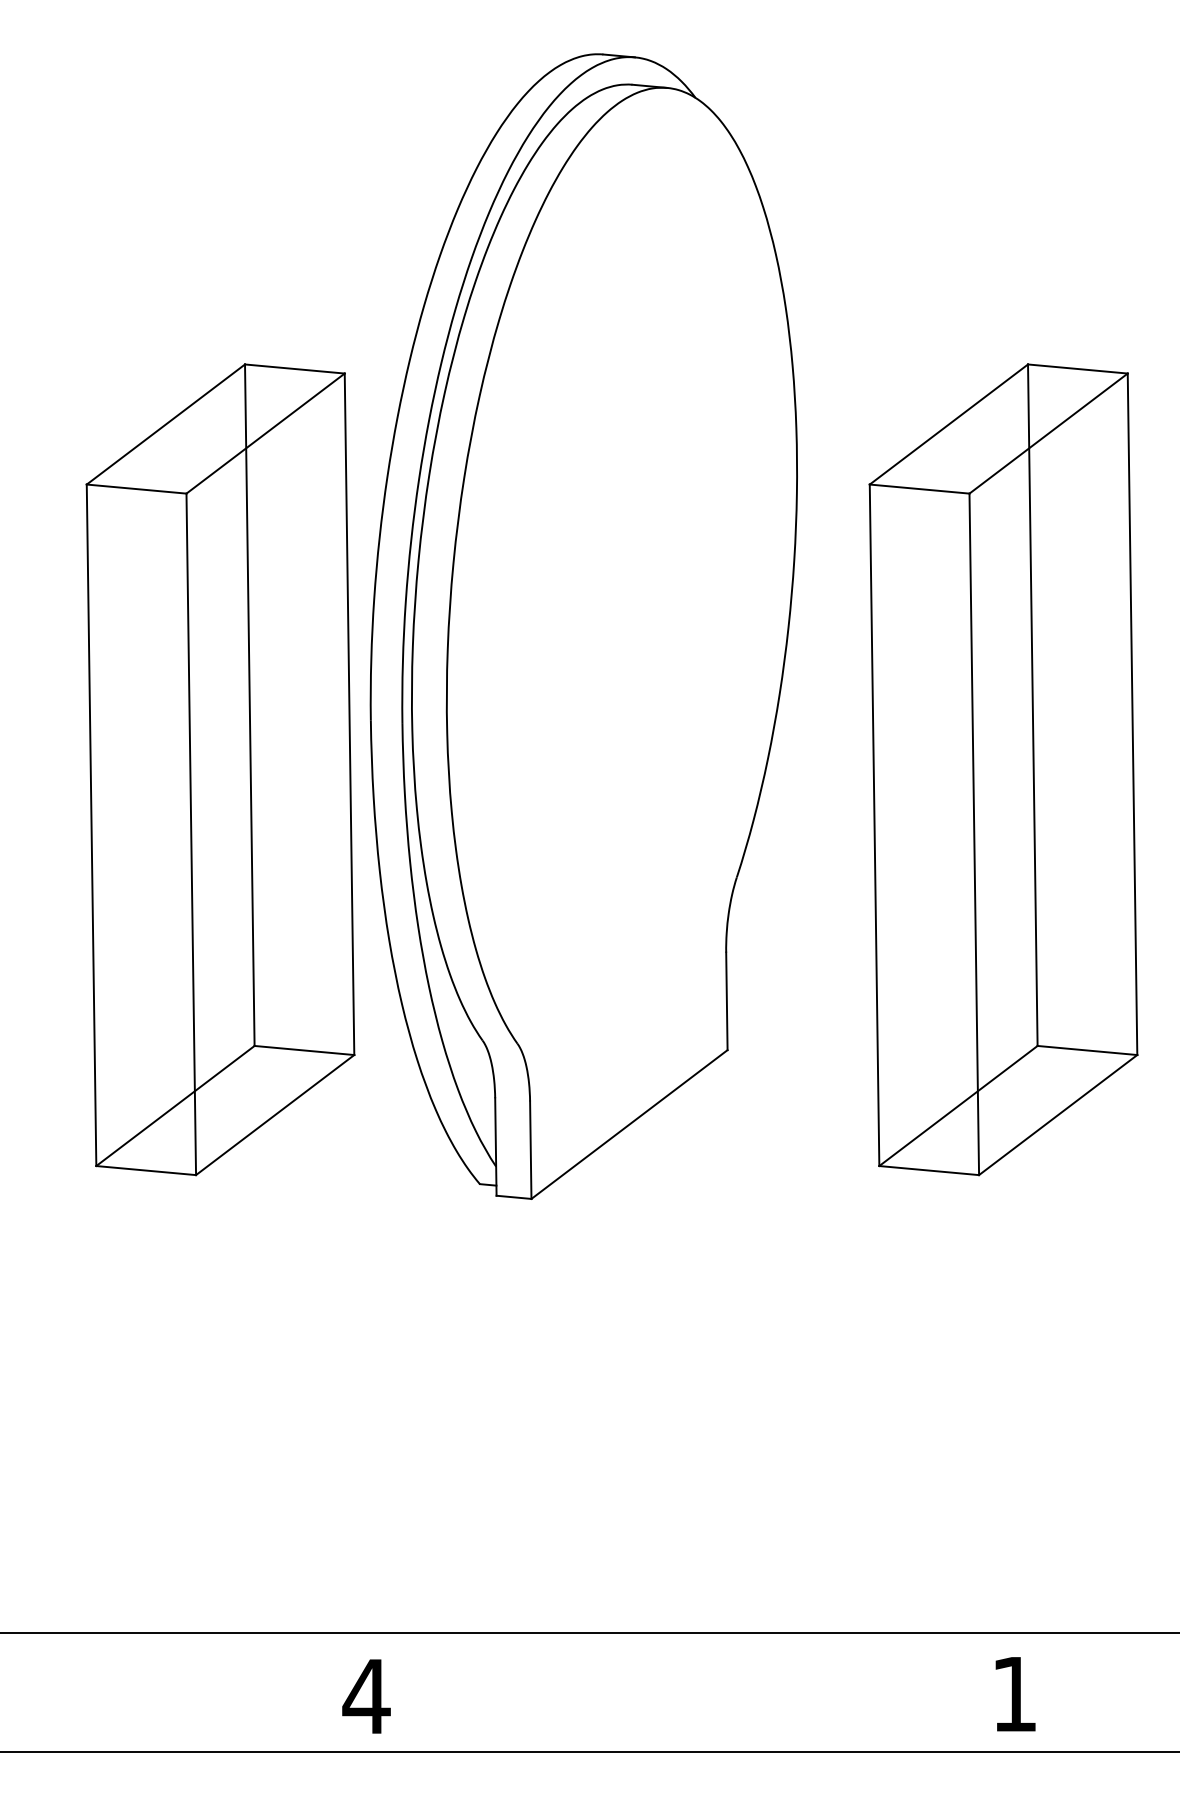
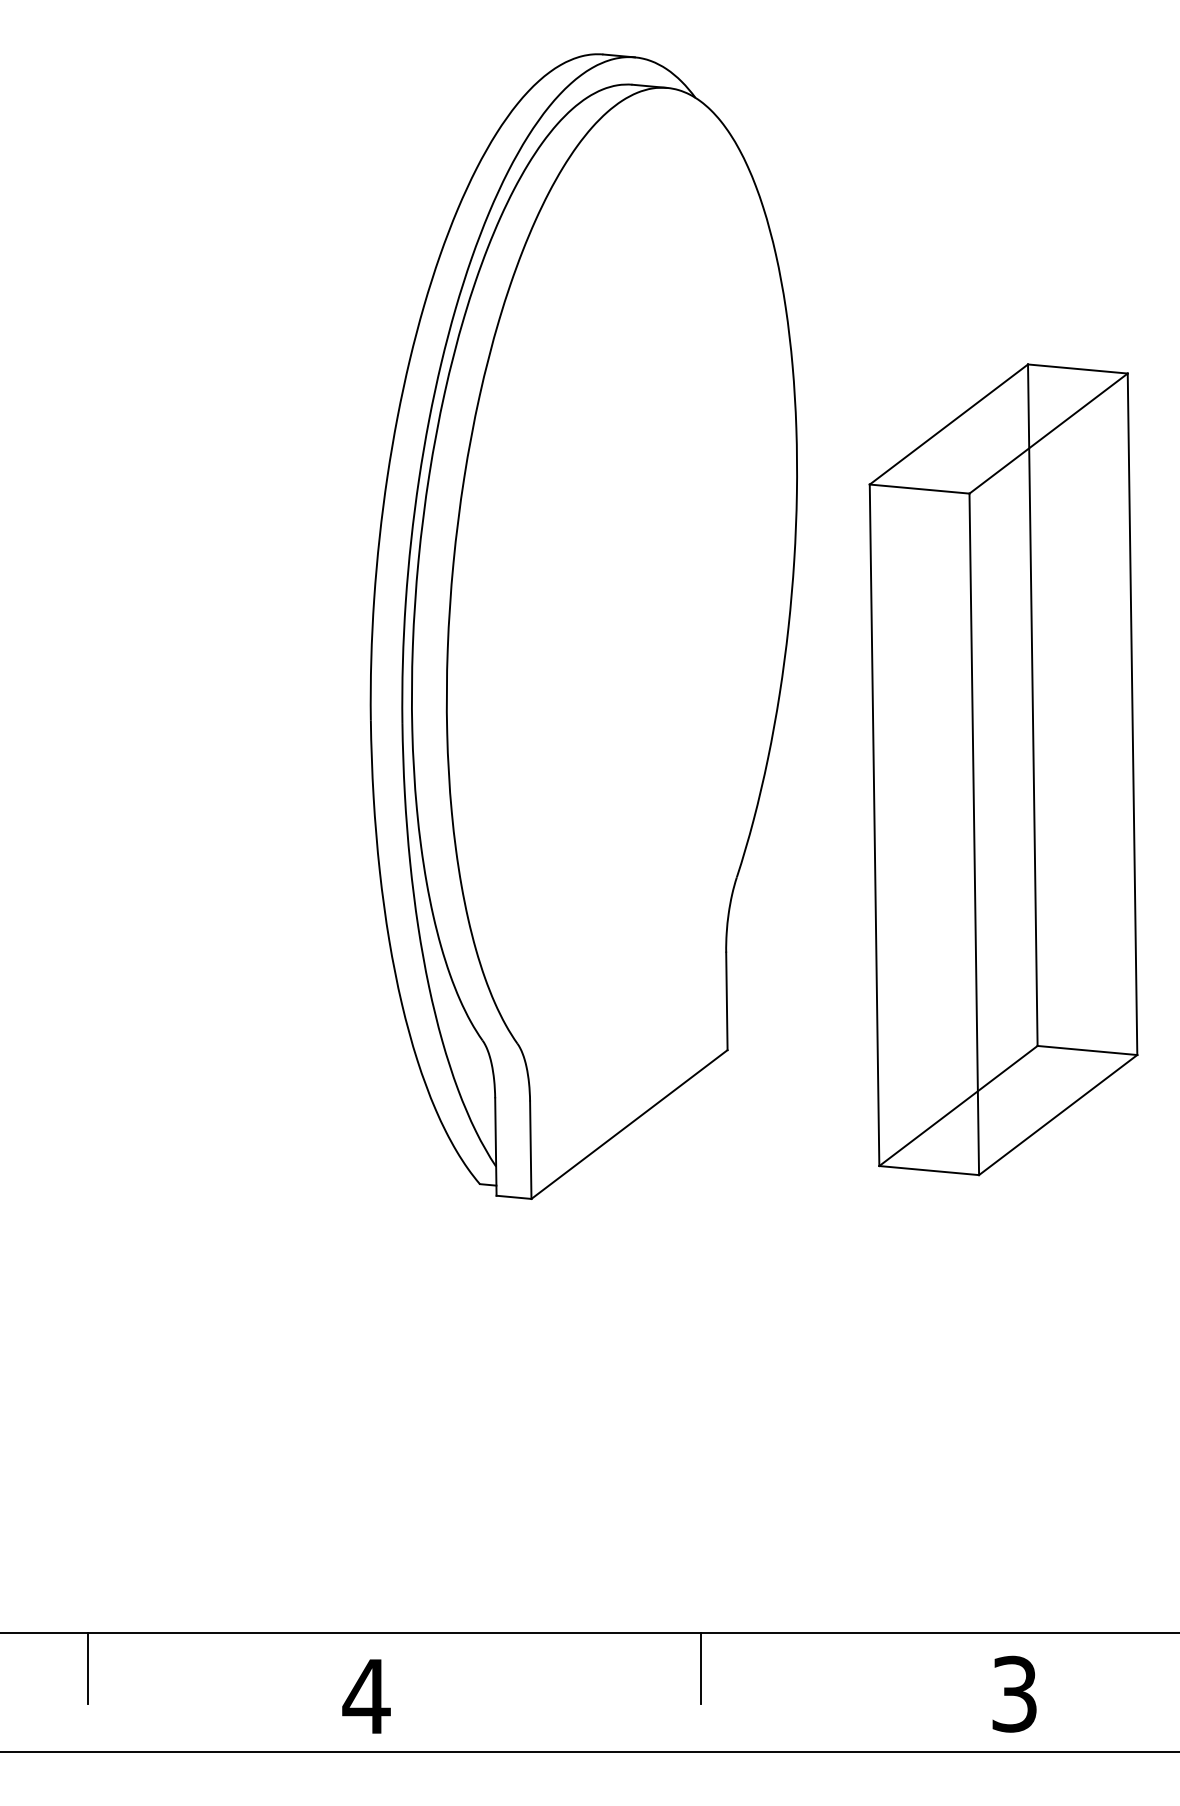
part at (220, 769): present -> none
line at (88, 1668): none -> present
line at (700, 1668): none -> present
text at (1014, 1693): 1 -> 3
